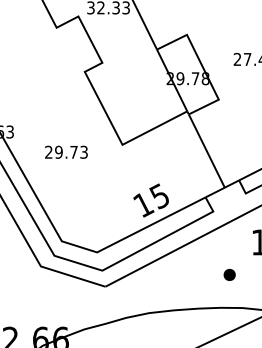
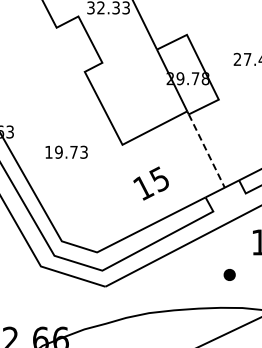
text at (48, 151): 29.73 -> 19.73
line at (206, 151): solid -> dashed
text at (150, 200) position: (150, 200) -> (150, 183)
